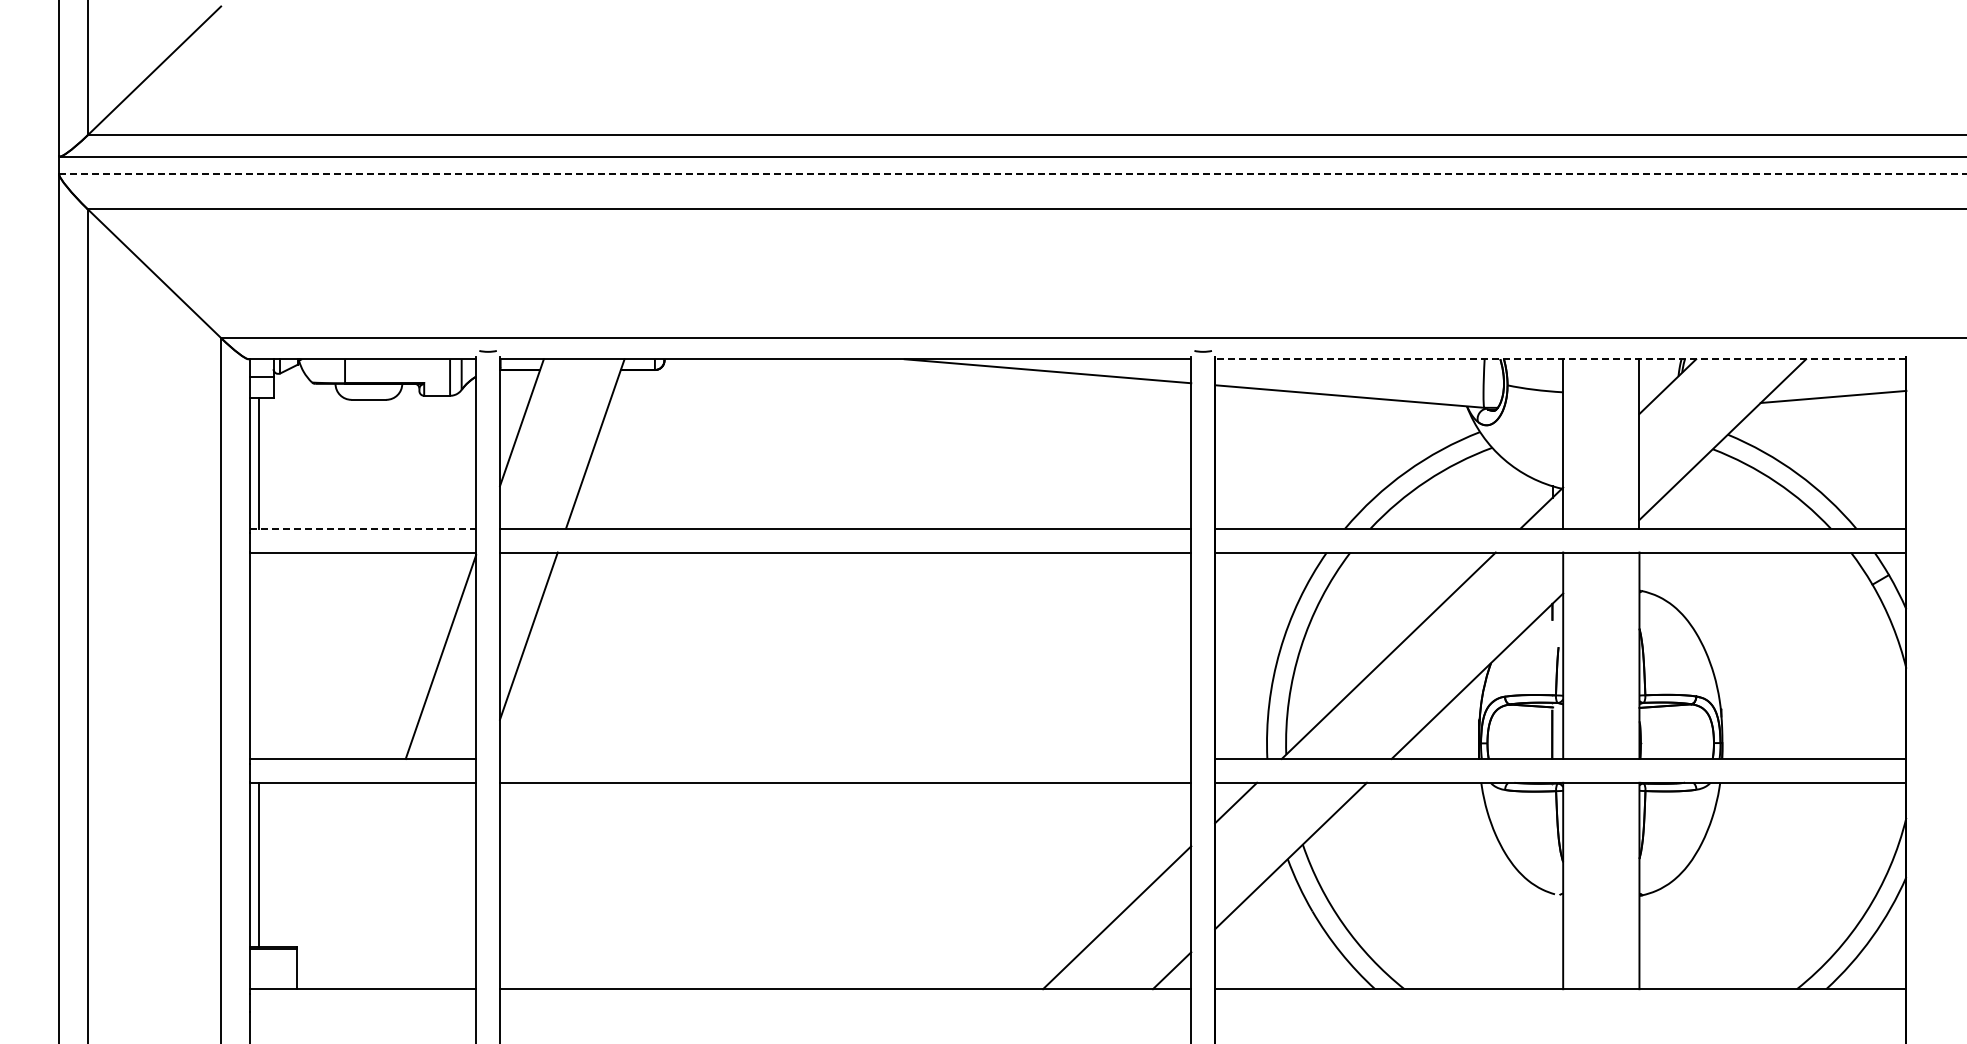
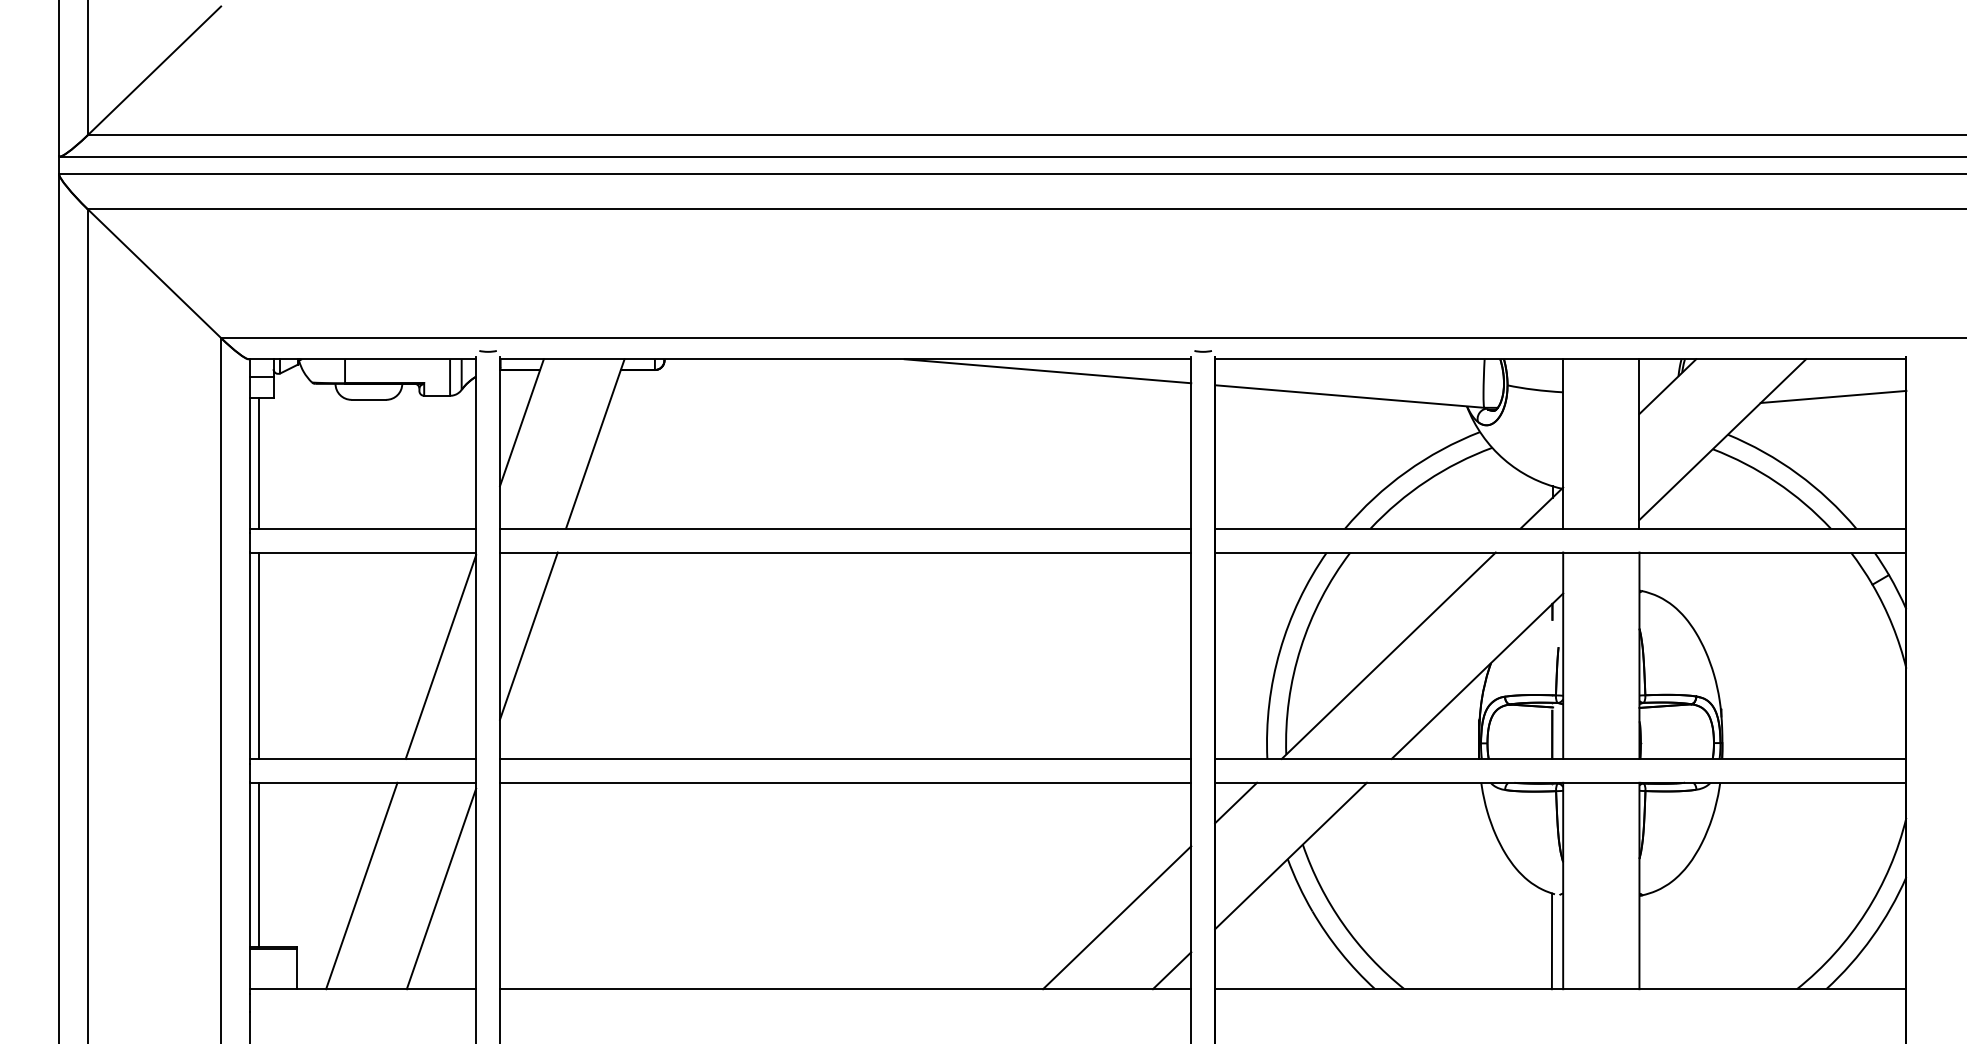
line at (1013, 174): dashed -> solid
line at (1560, 359): dashed -> solid
line at (363, 528): dashed -> solid
line at (259, 655): none -> present
line at (845, 758): none -> present
line at (361, 885): none -> present
line at (441, 888): none -> present
line at (1551, 941): none -> present
